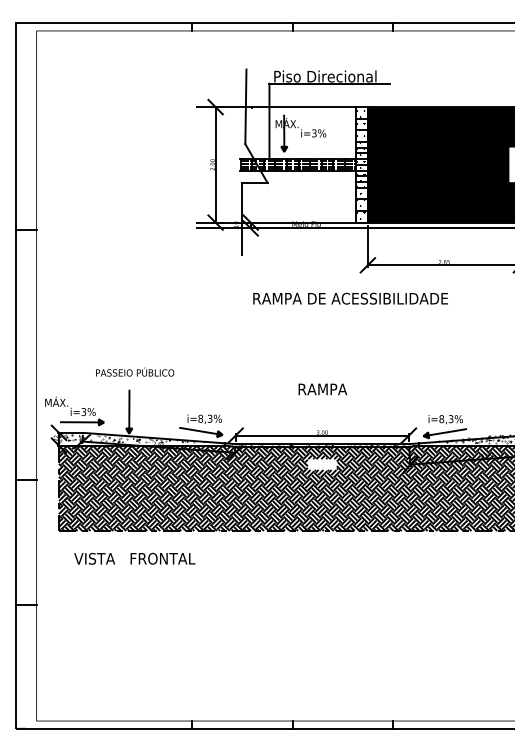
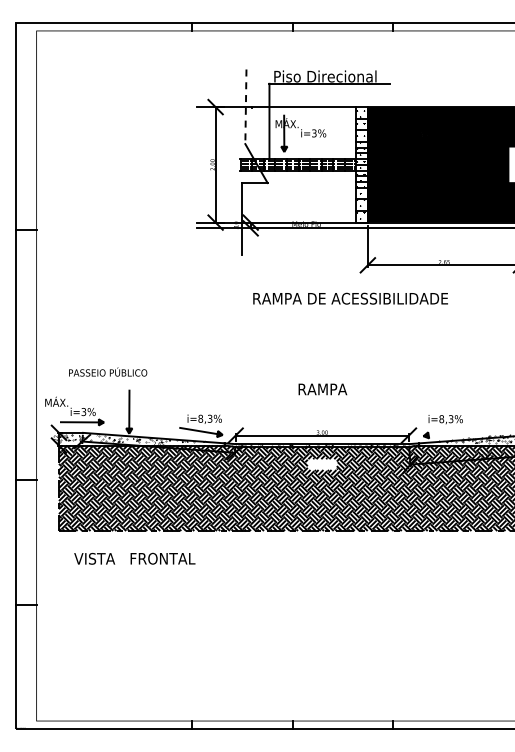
line at (245, 107): solid -> dashed
text at (135, 371) position: (135, 371) -> (108, 371)
line at (447, 432): present -> none
